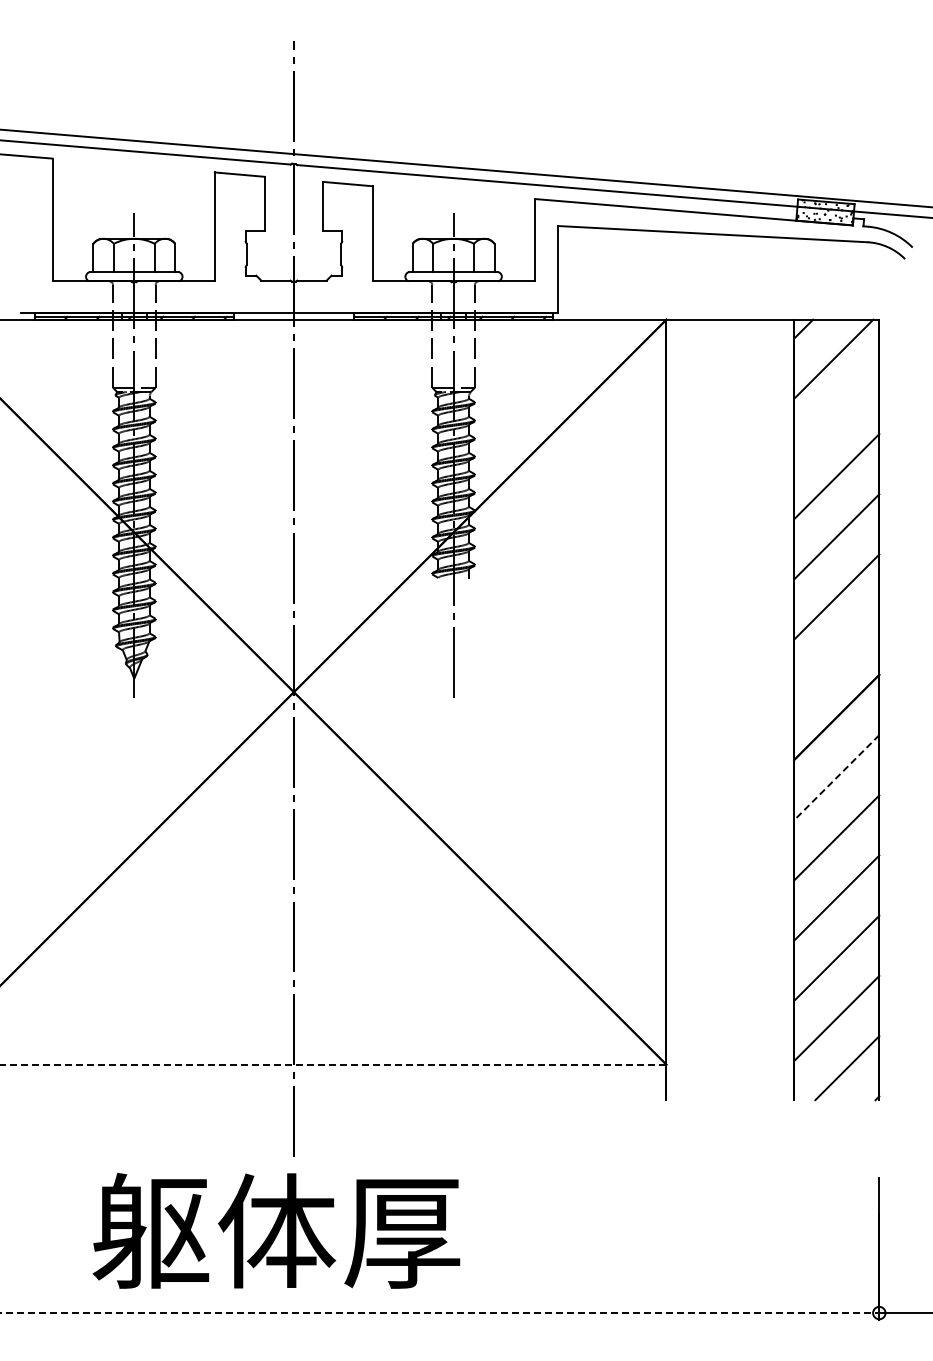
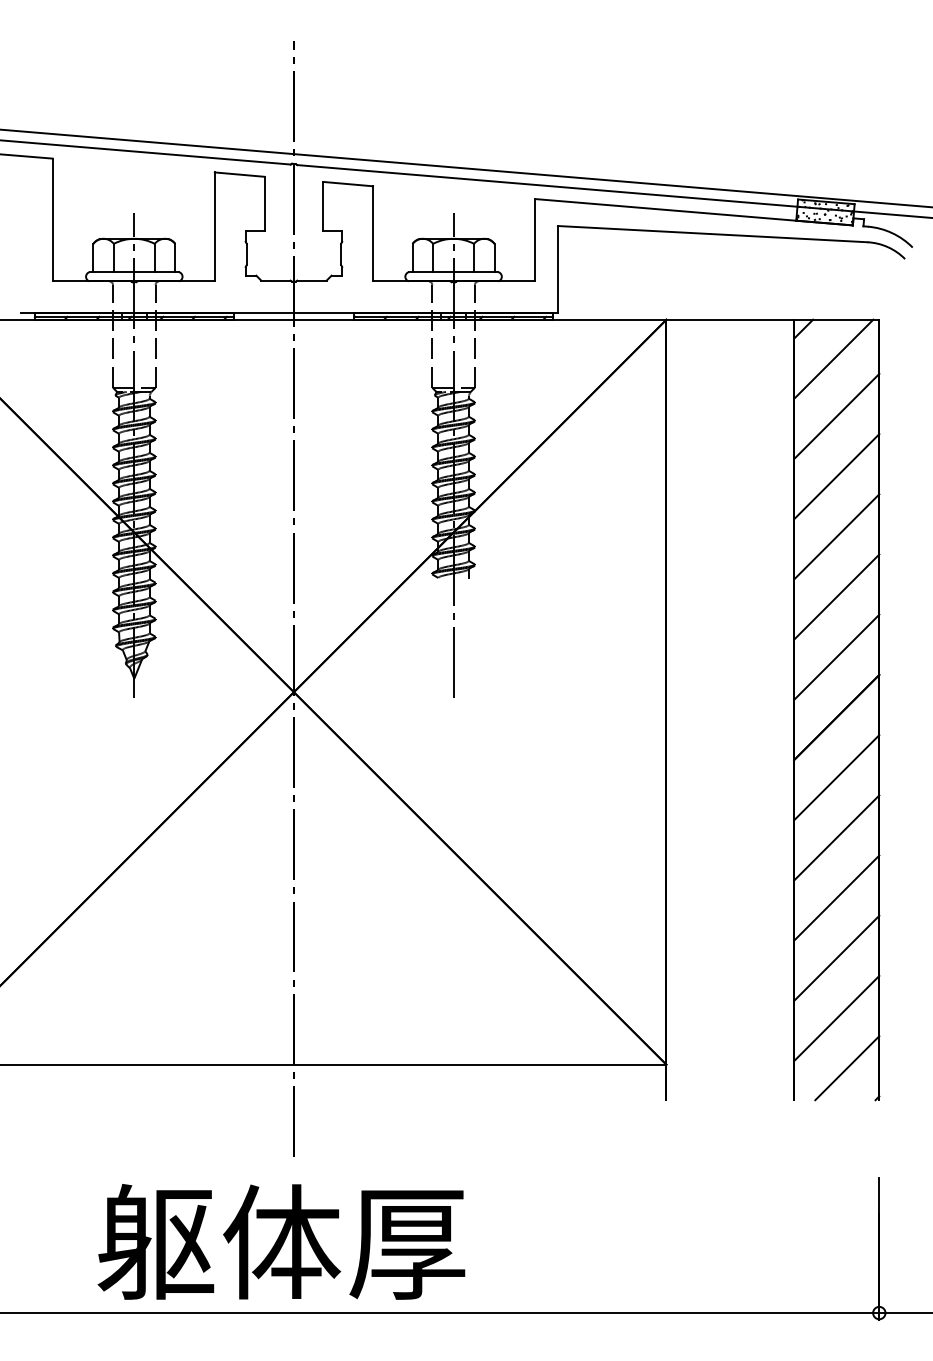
line at (836, 416): none -> present
line at (836, 656): none -> present
line at (836, 778): dashed -> solid
line at (332, 1064): dashed -> solid
text at (276, 1230) position: (276, 1230) -> (281, 1241)
line at (440, 1313): dashed -> solid
